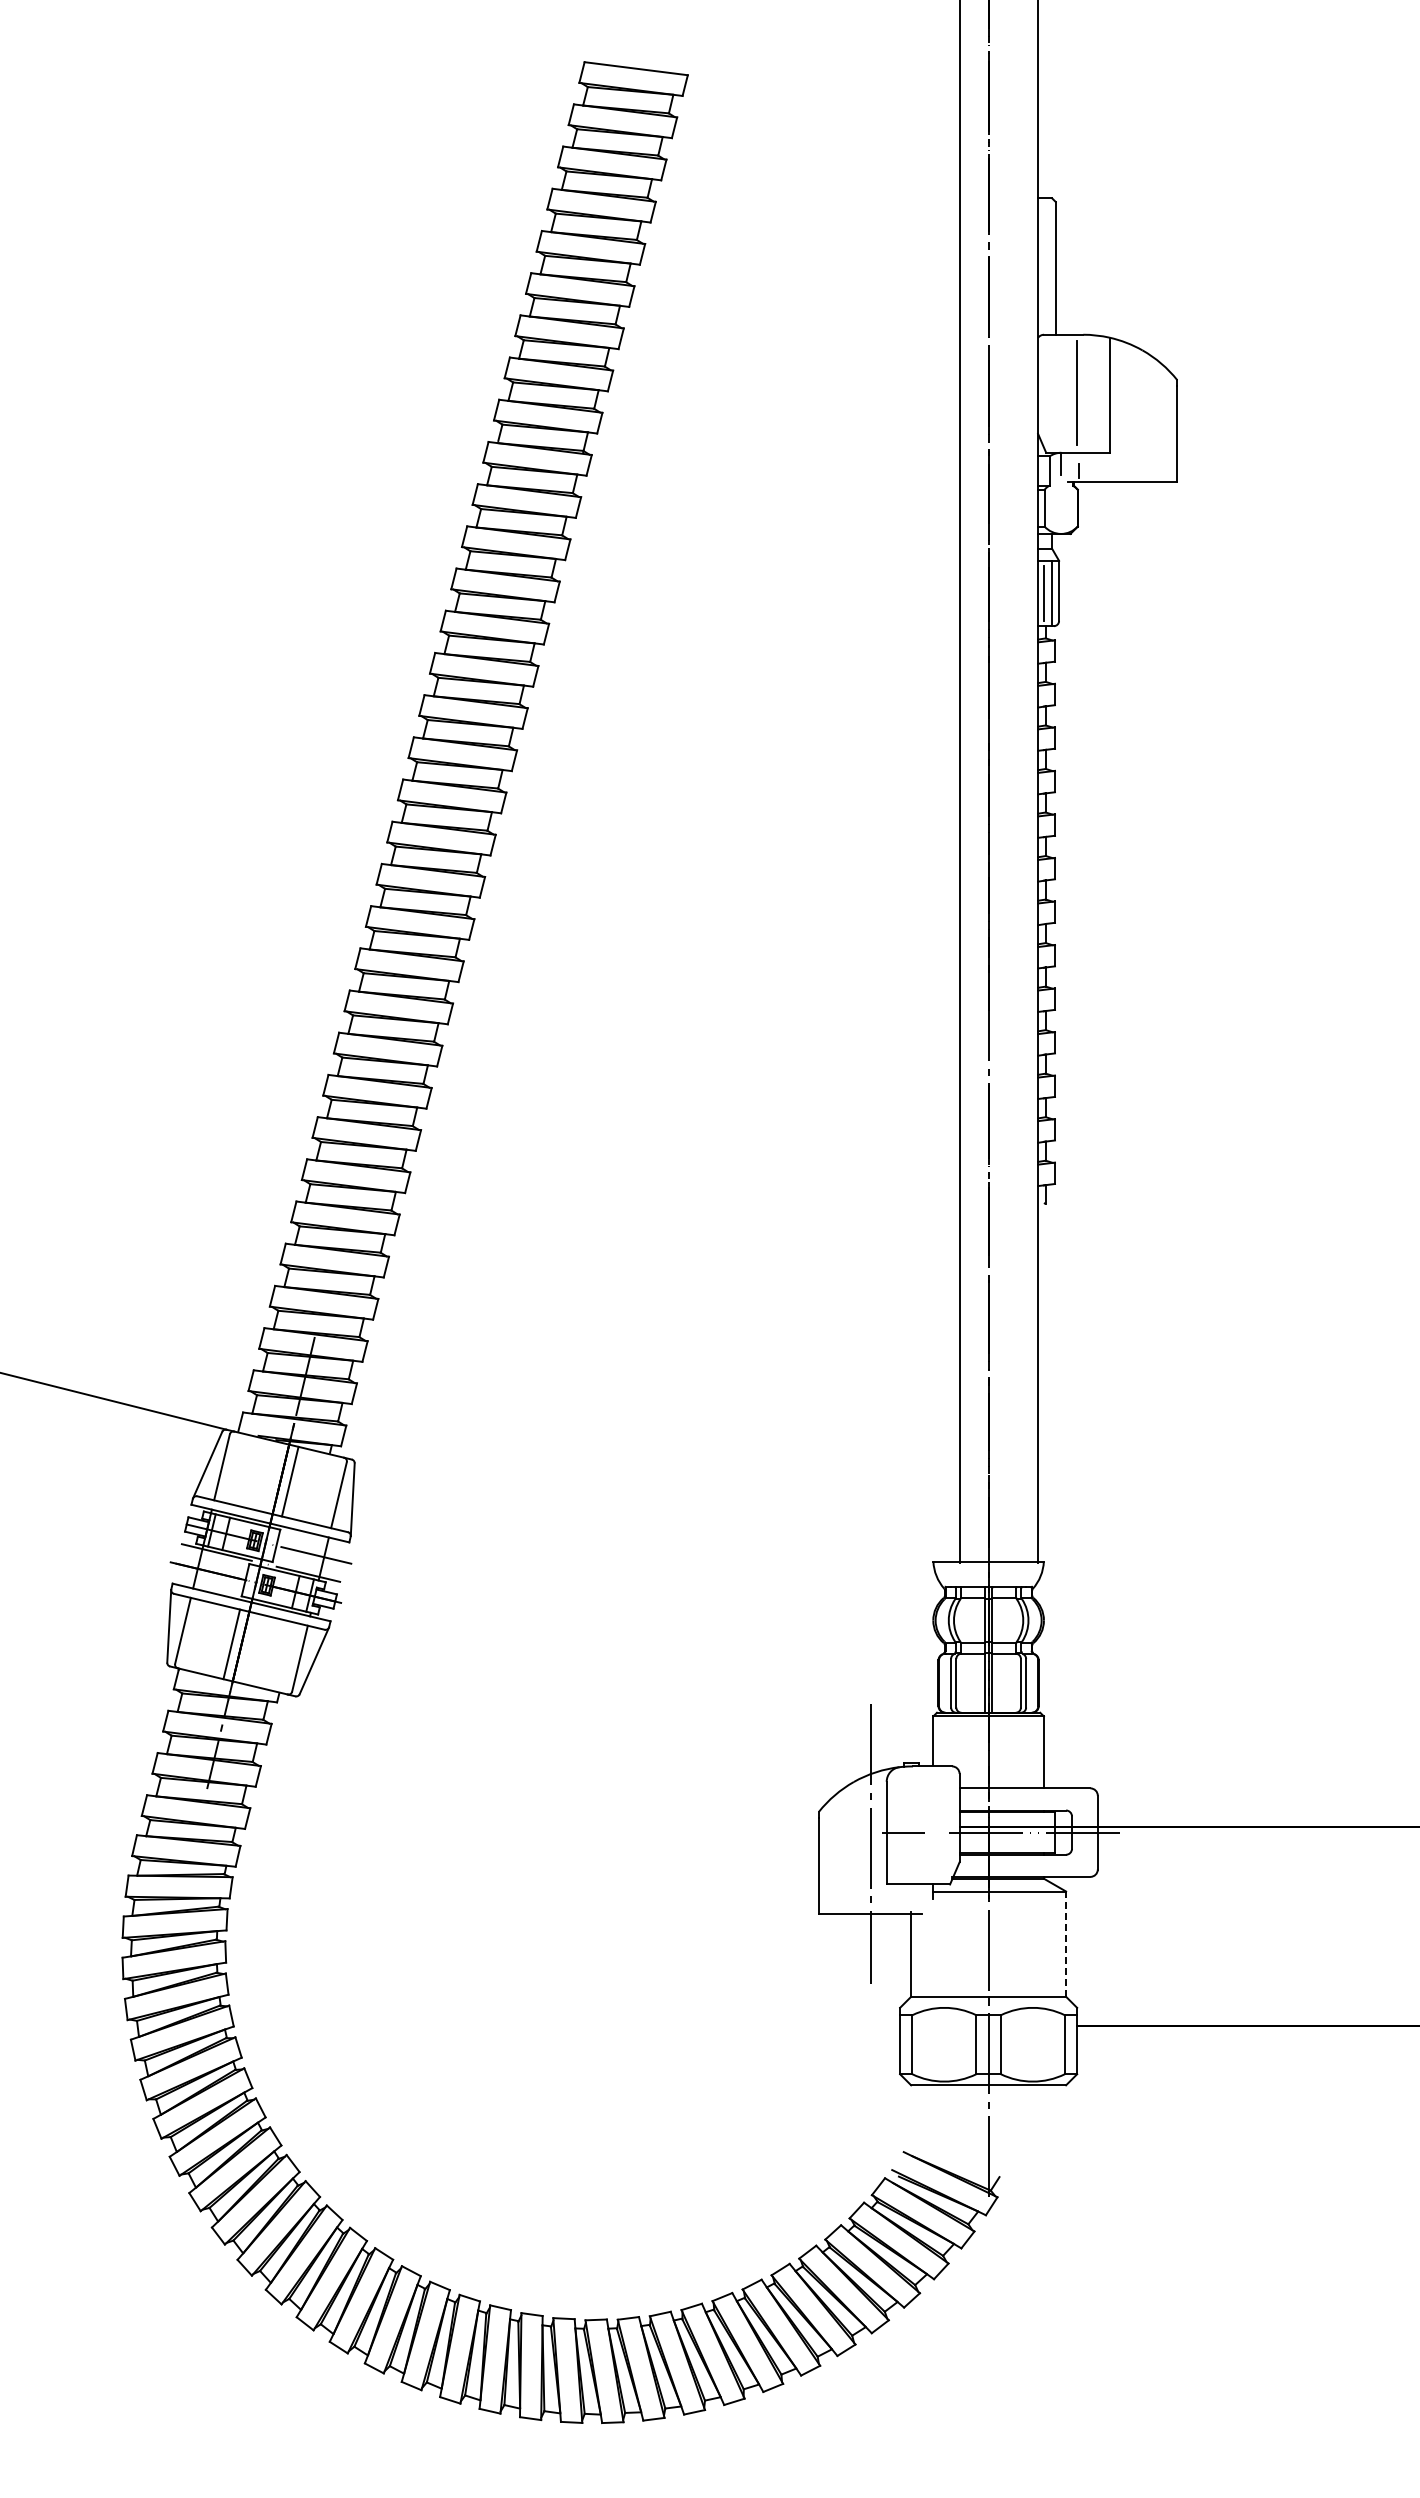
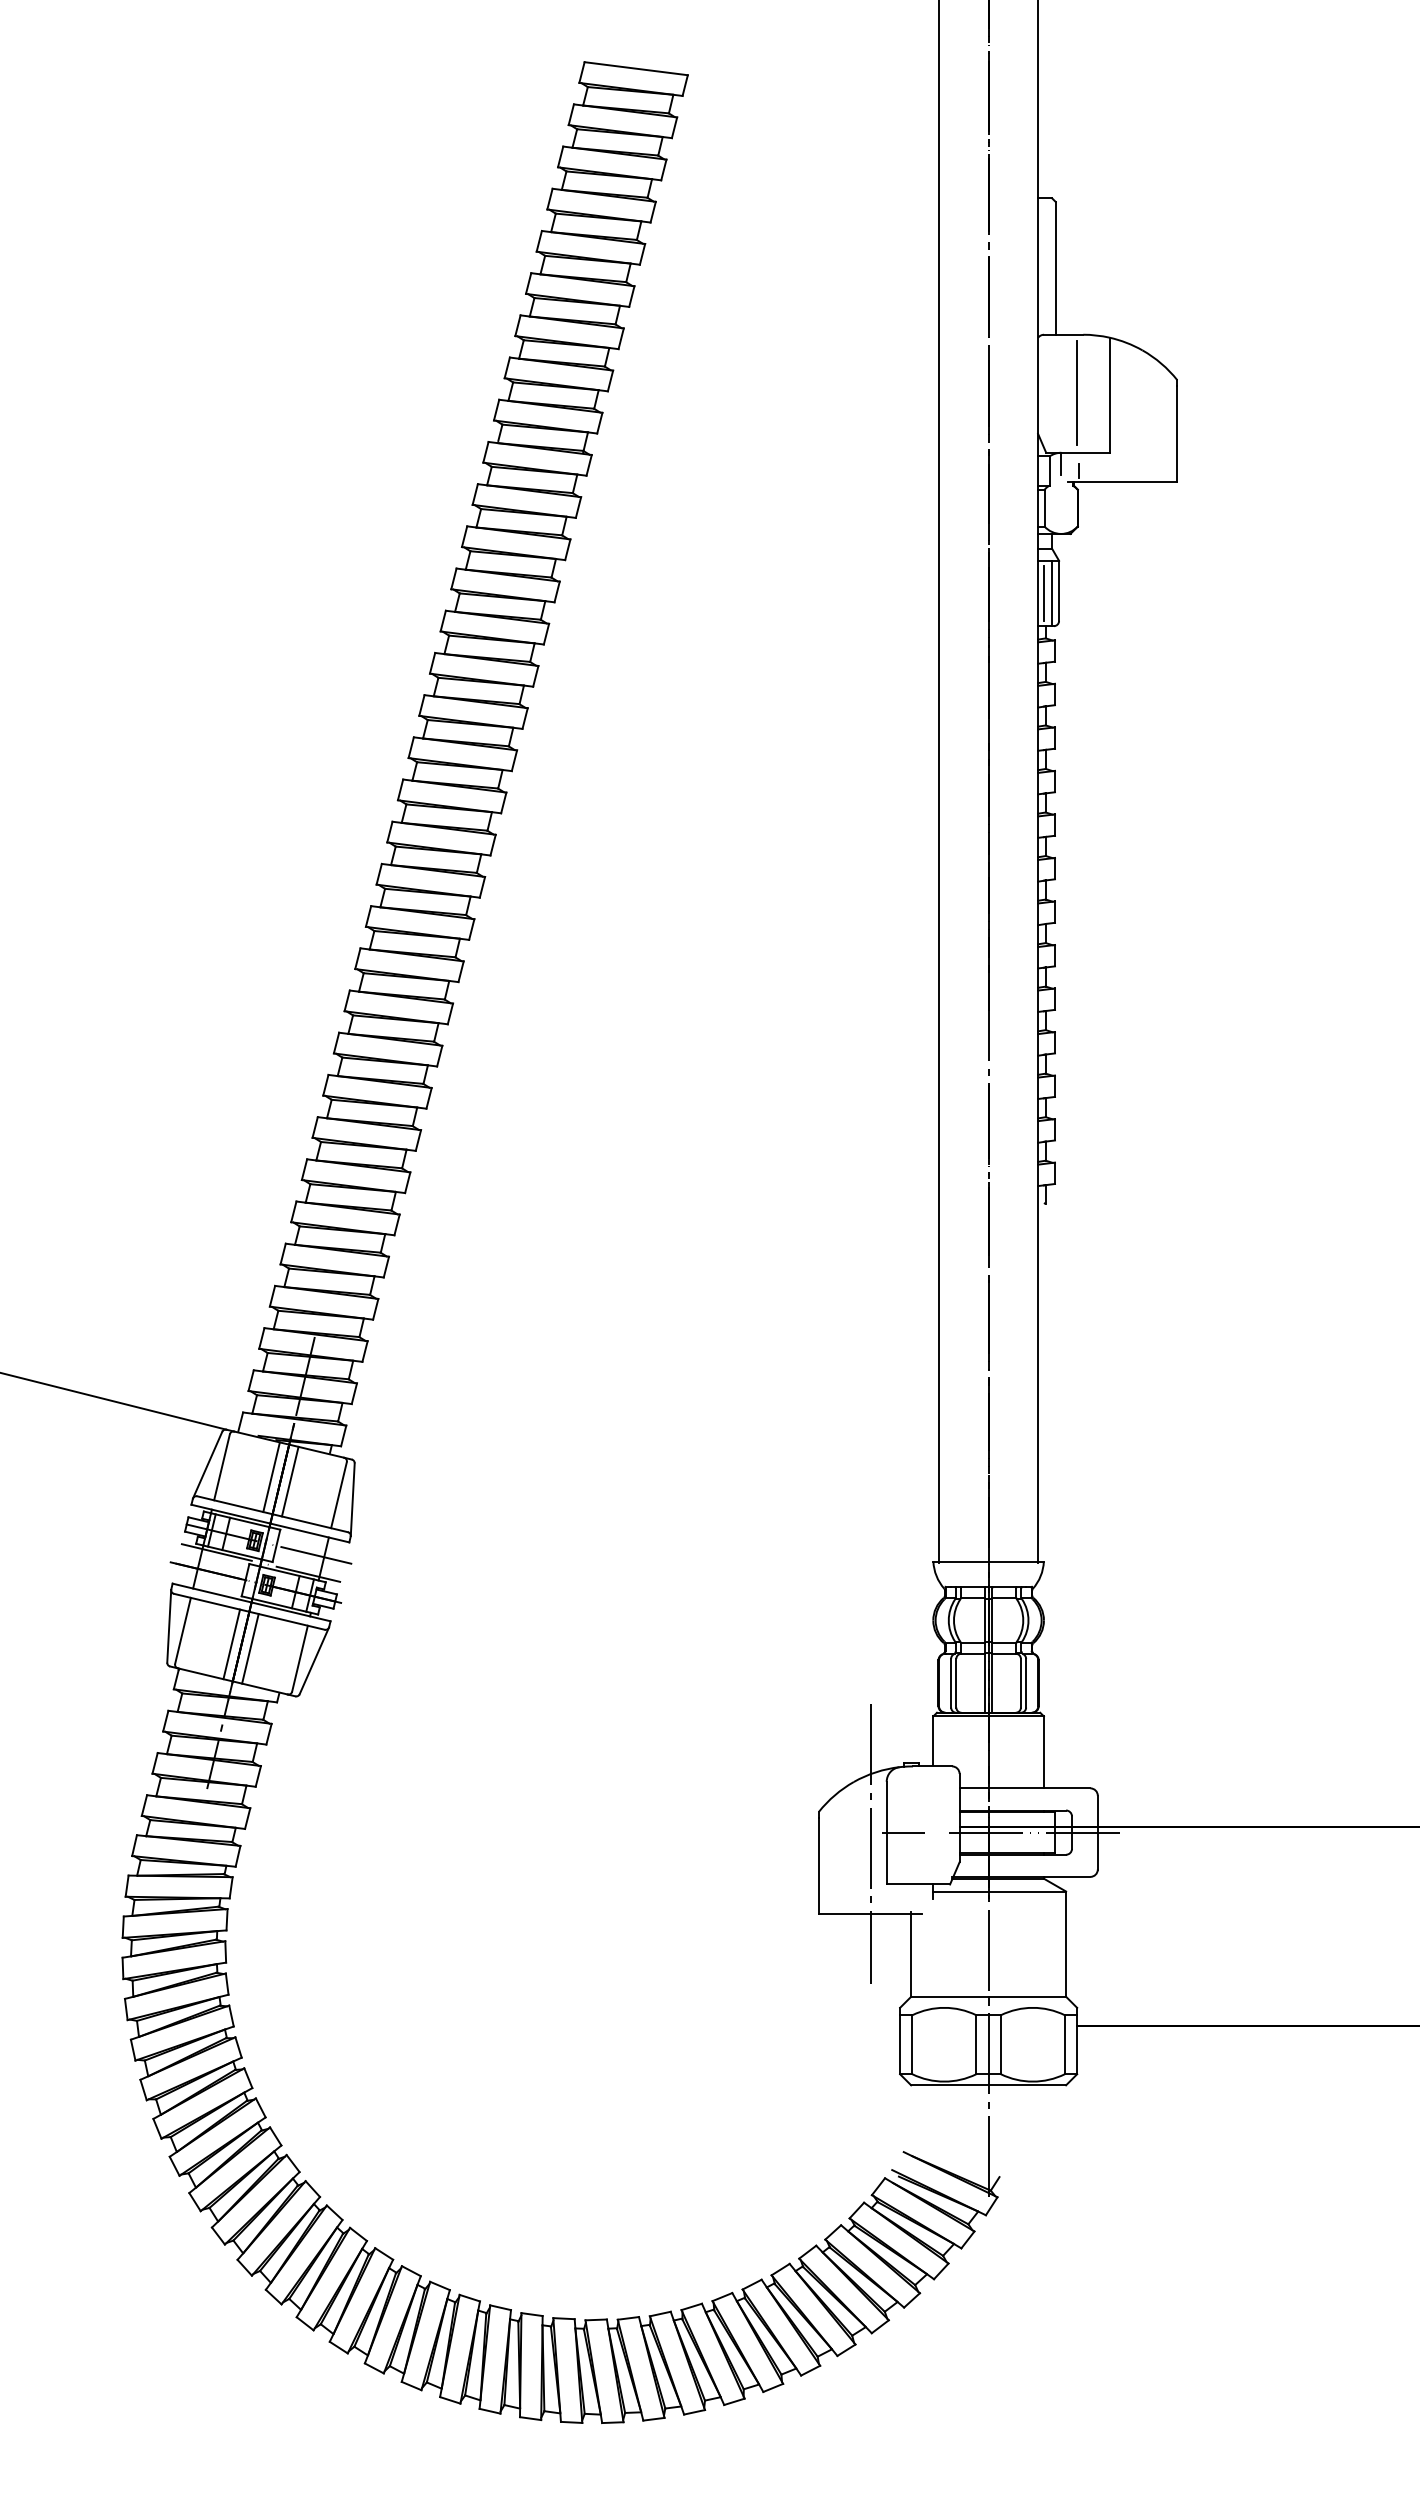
line at (960, 782) position: (960, 782) -> (939, 782)
line at (271, 1477): none -> present
line at (250, 1648): none -> present
line at (1066, 1944): dashed -> solid
